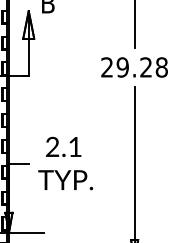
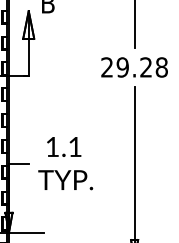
text at (52, 146): 2.1 -> 1.1
